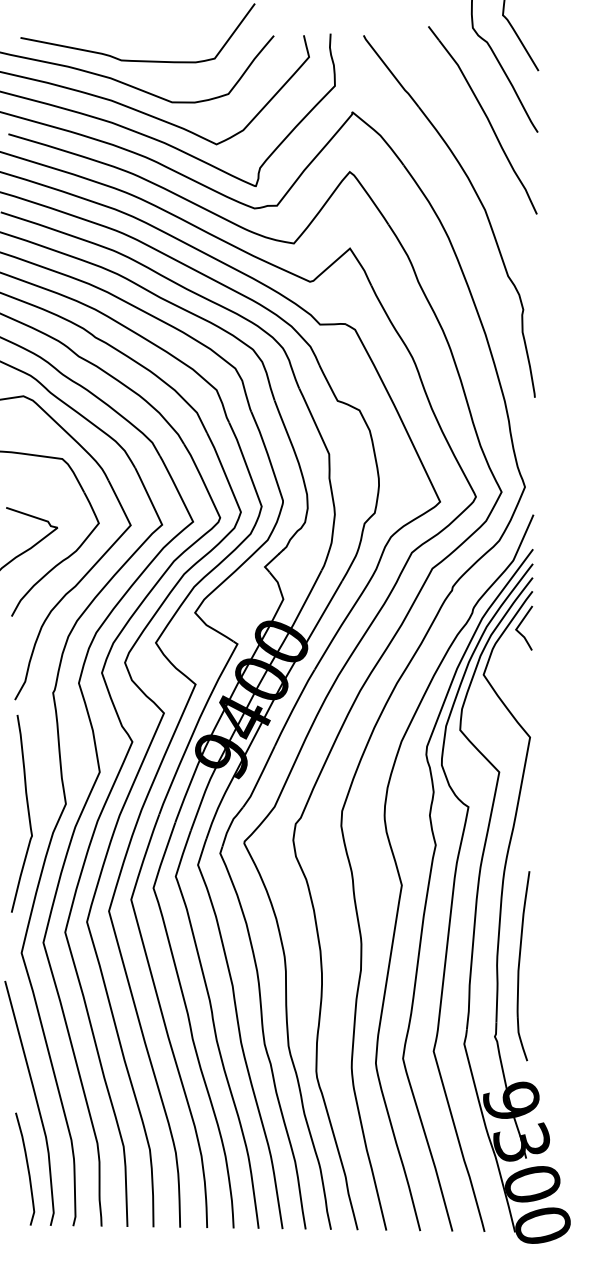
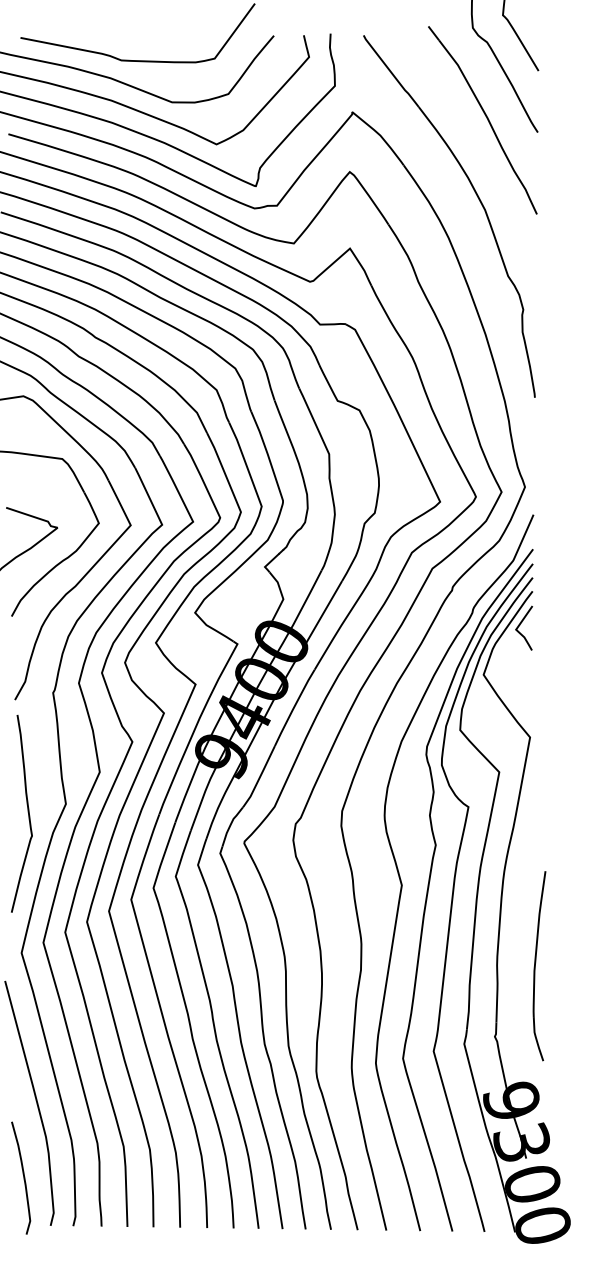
part at (523, 966) position: (523, 966) -> (539, 966)
curve at (27, 1168) position: (27, 1168) -> (23, 1177)
